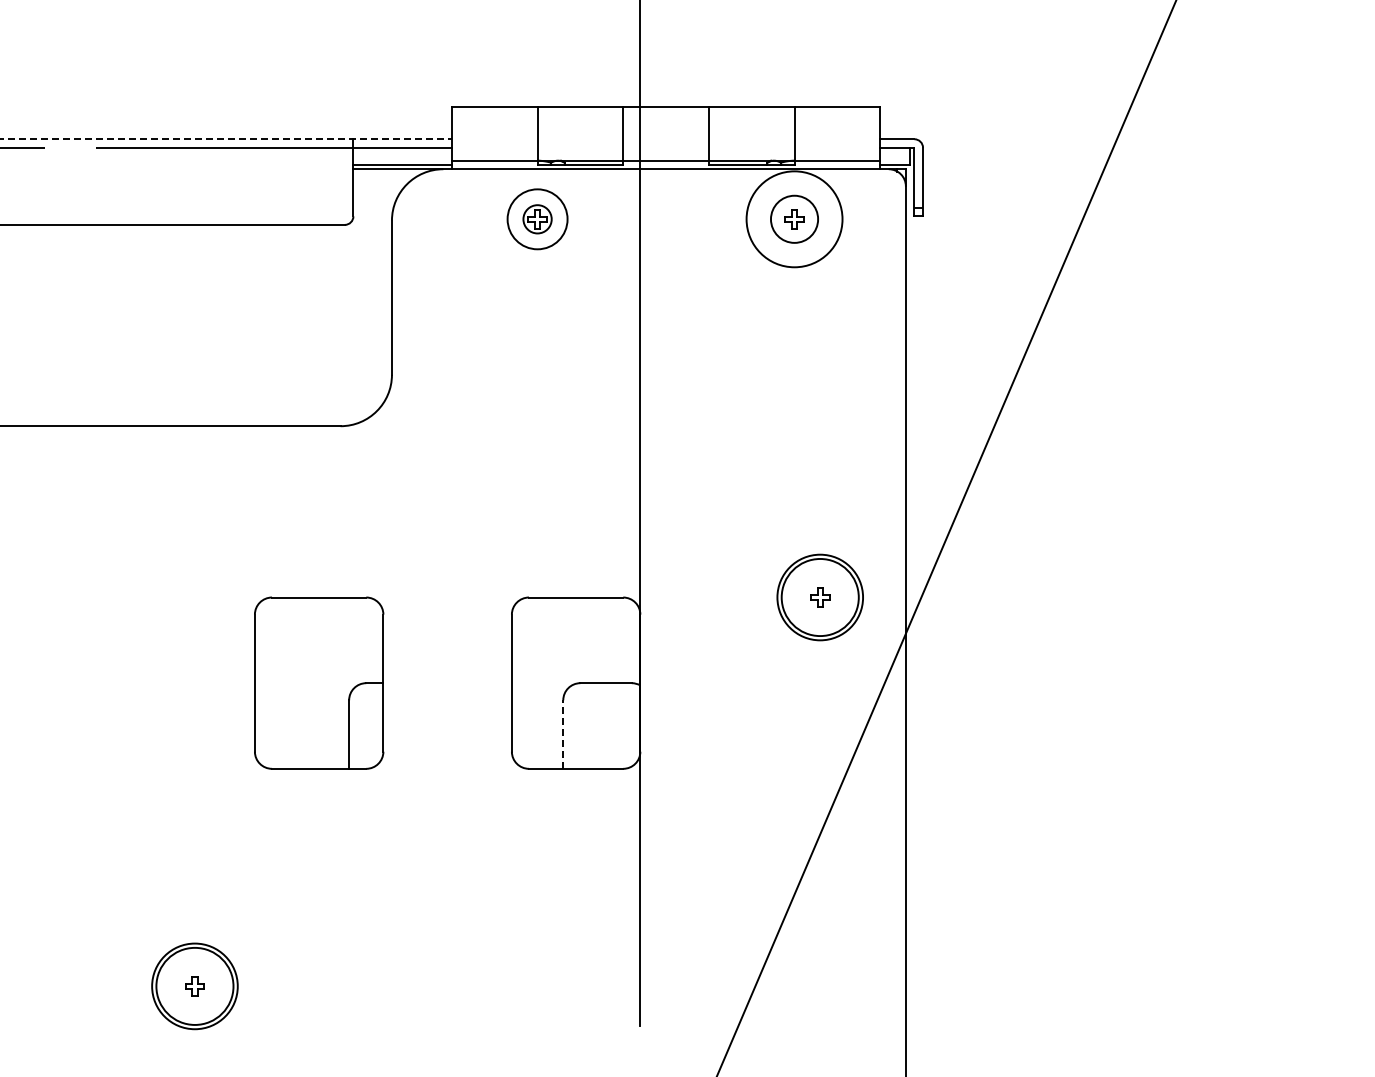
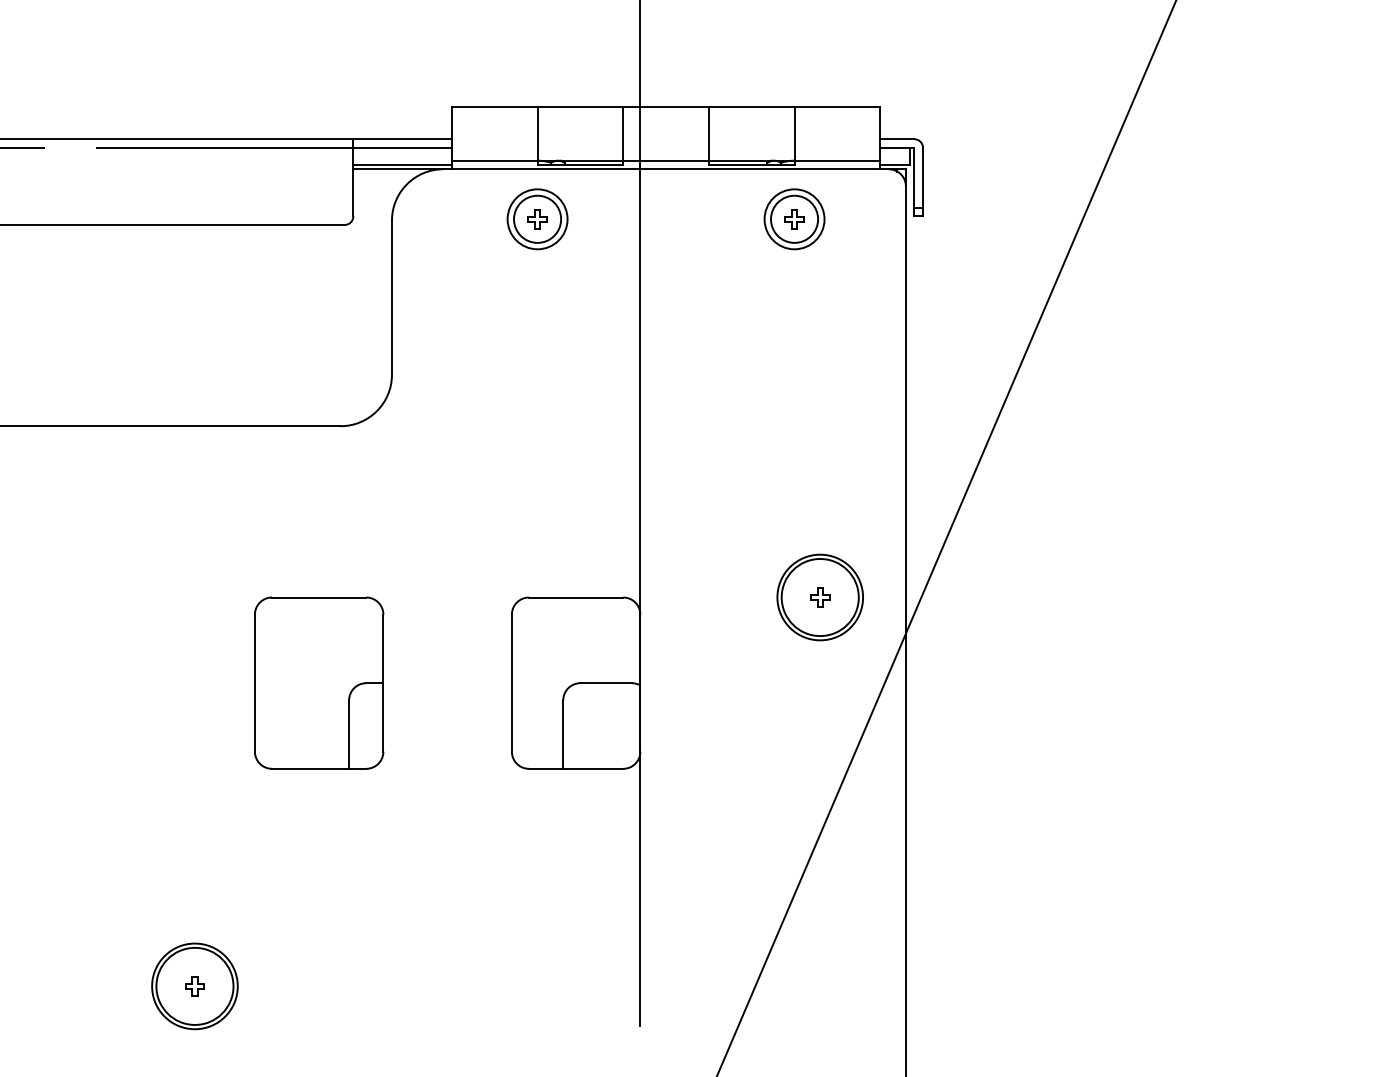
line at (226, 139): dashed -> solid
circle at (537, 219) diameter: 28 px -> 47 px
circle at (794, 219) diameter: 96 px -> 60 px
line at (563, 734): dashed -> solid
